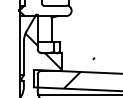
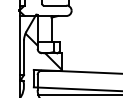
hatch at (78, 72): present -> none
